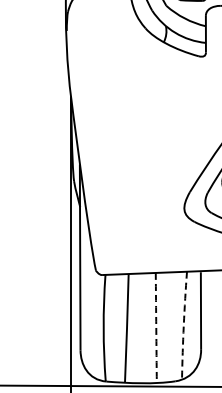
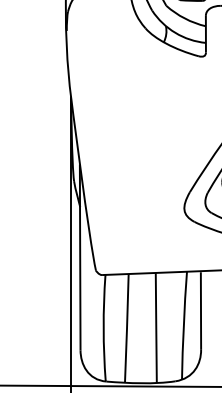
arc at (183, 325): dashed -> solid
arc at (156, 328): dashed -> solid
